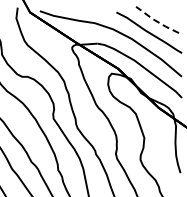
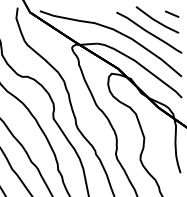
line at (172, 13): none -> present
line at (156, 21): dashed -> solid
